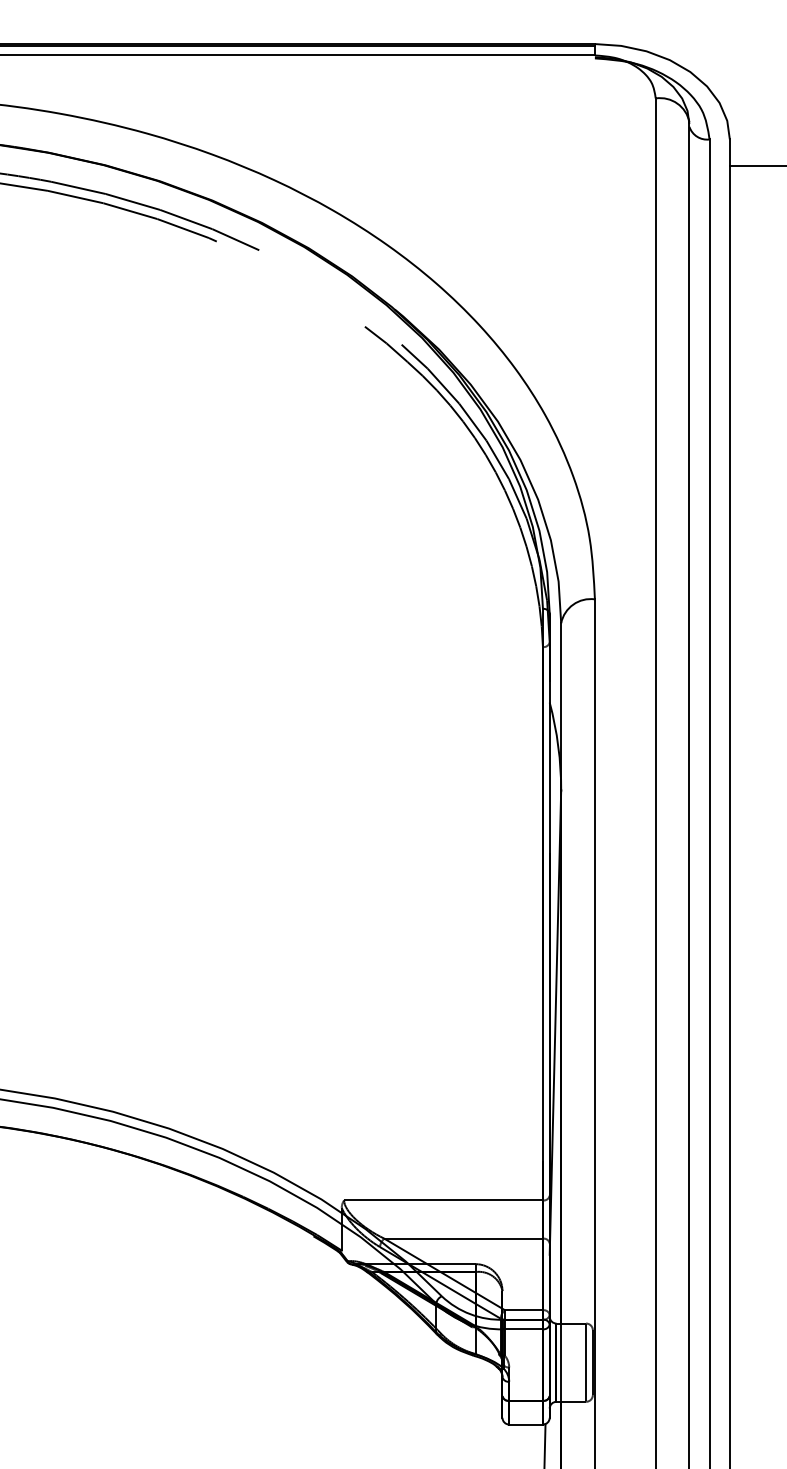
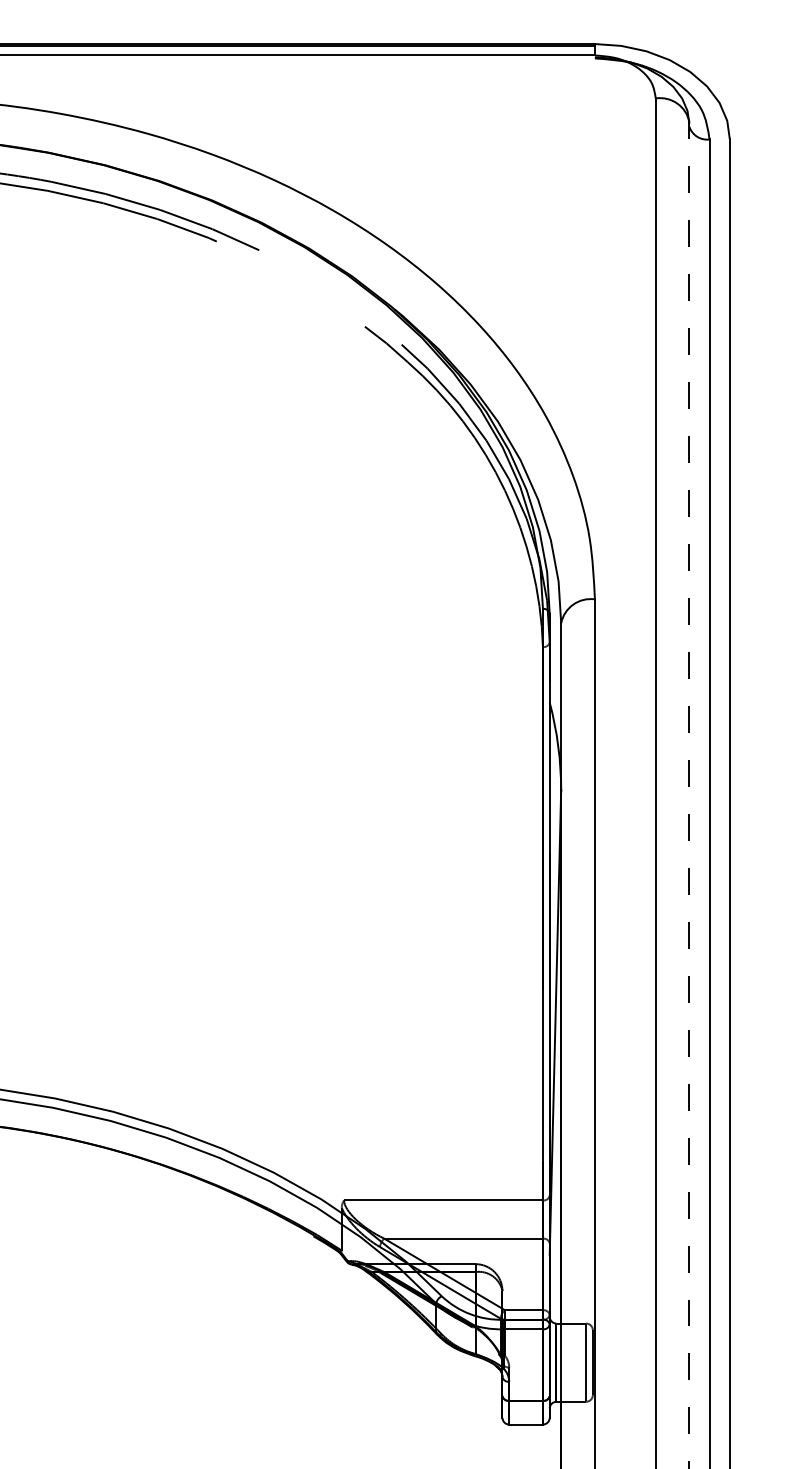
line at (756, 166): present -> none
line at (689, 795): solid -> dashed
line at (544, 1444): present -> none
